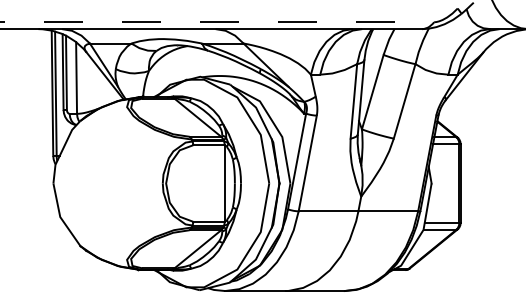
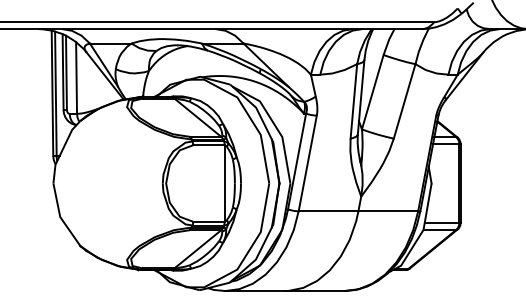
line at (217, 22): dashed -> solid
